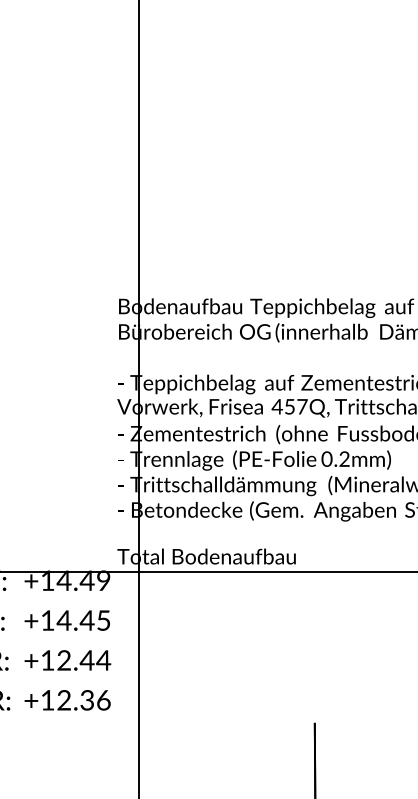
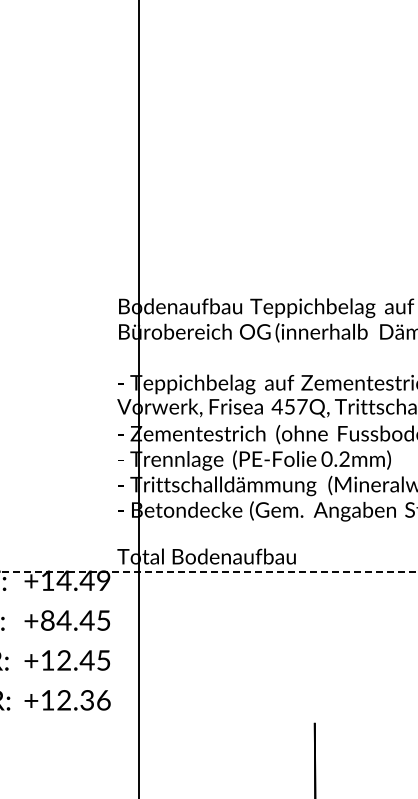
line at (208, 571): solid -> dashed
text at (47, 620): +14.45 -> +84.45
text at (103, 660): +12.44 -> +12.45
